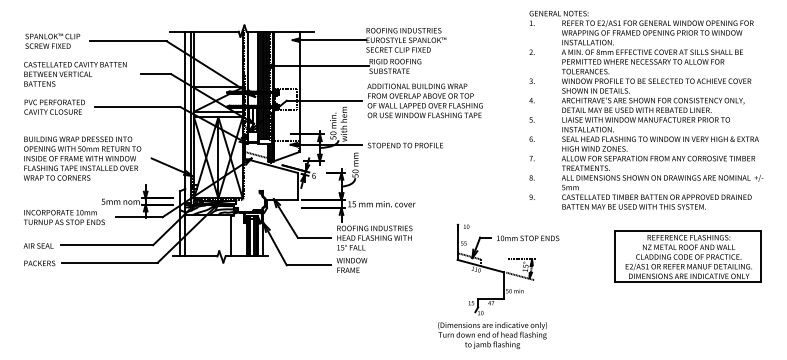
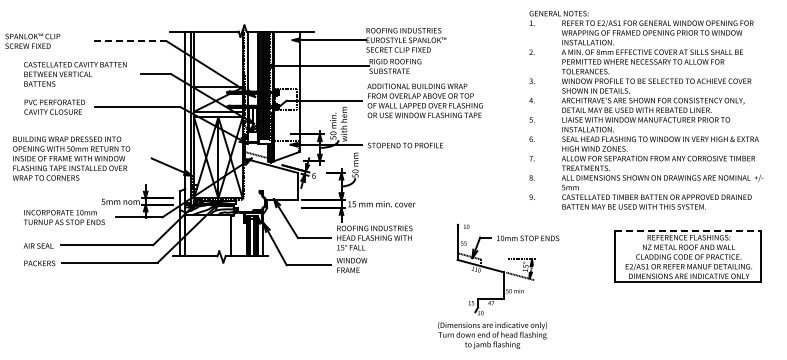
text at (52, 40) position: (52, 40) -> (32, 40)
line at (128, 41): solid -> dashed
text at (82, 158) position: (82, 158) -> (71, 158)
line at (688, 230): solid -> dashed
